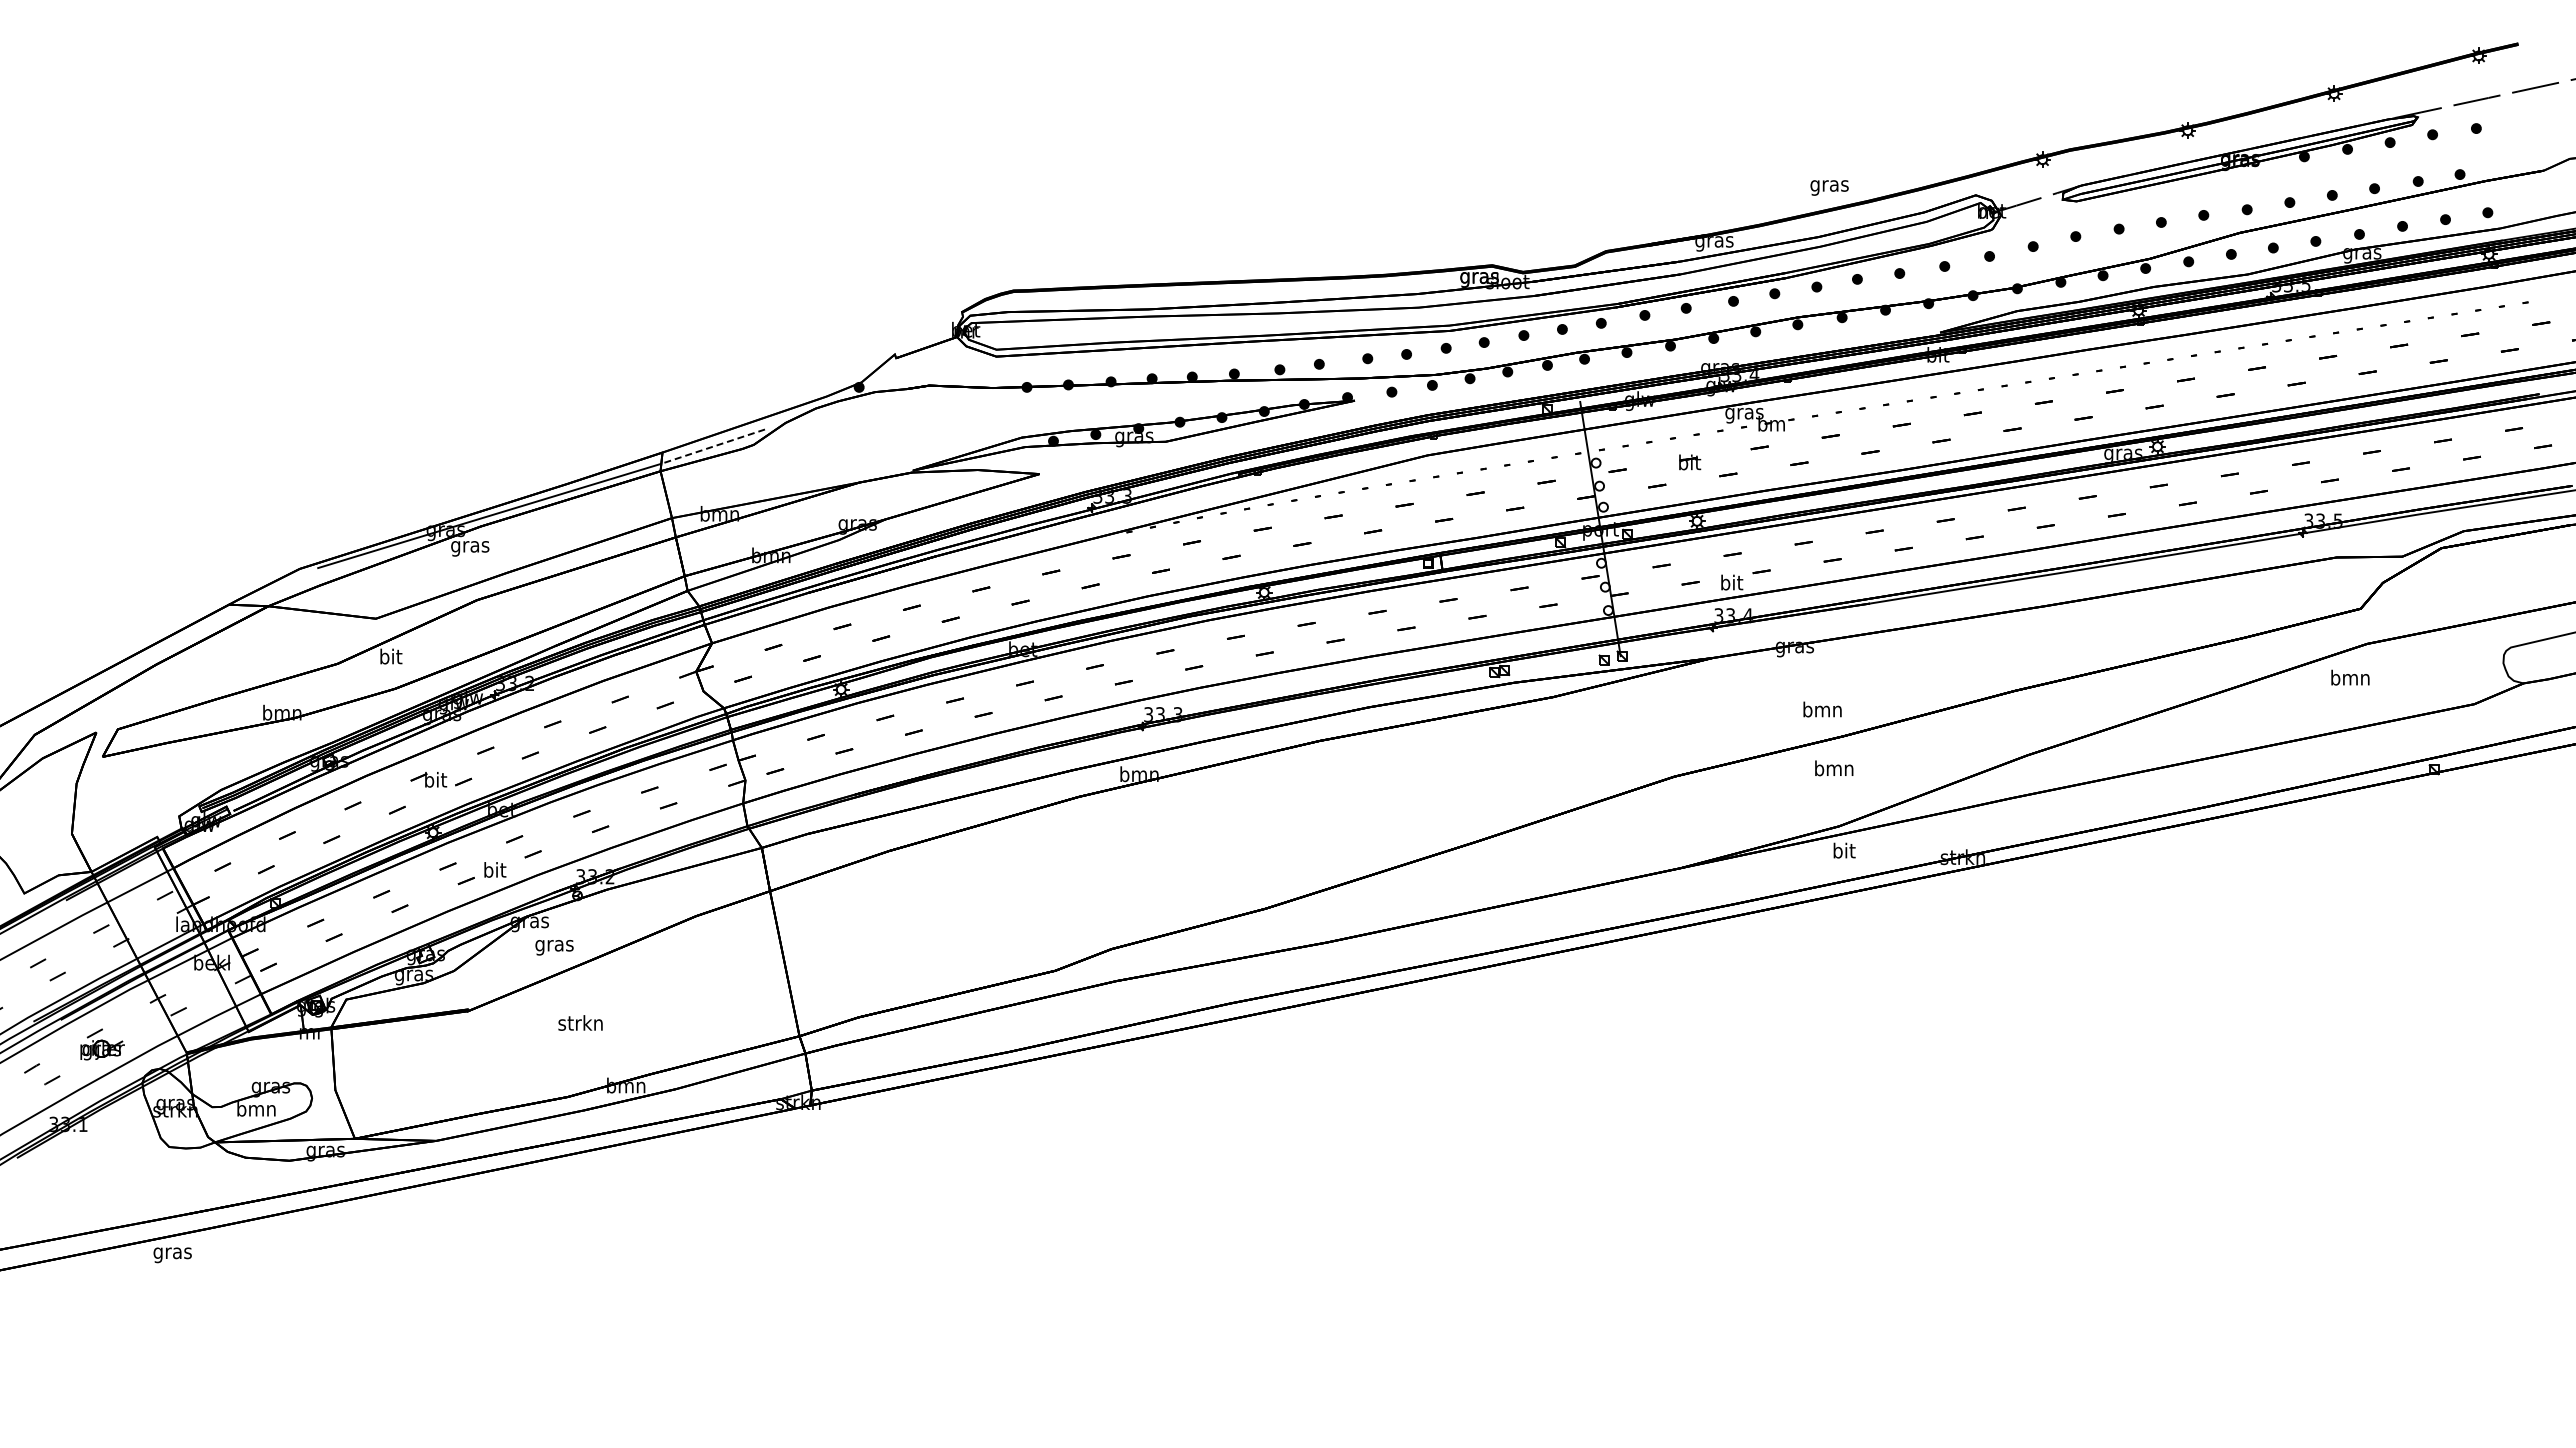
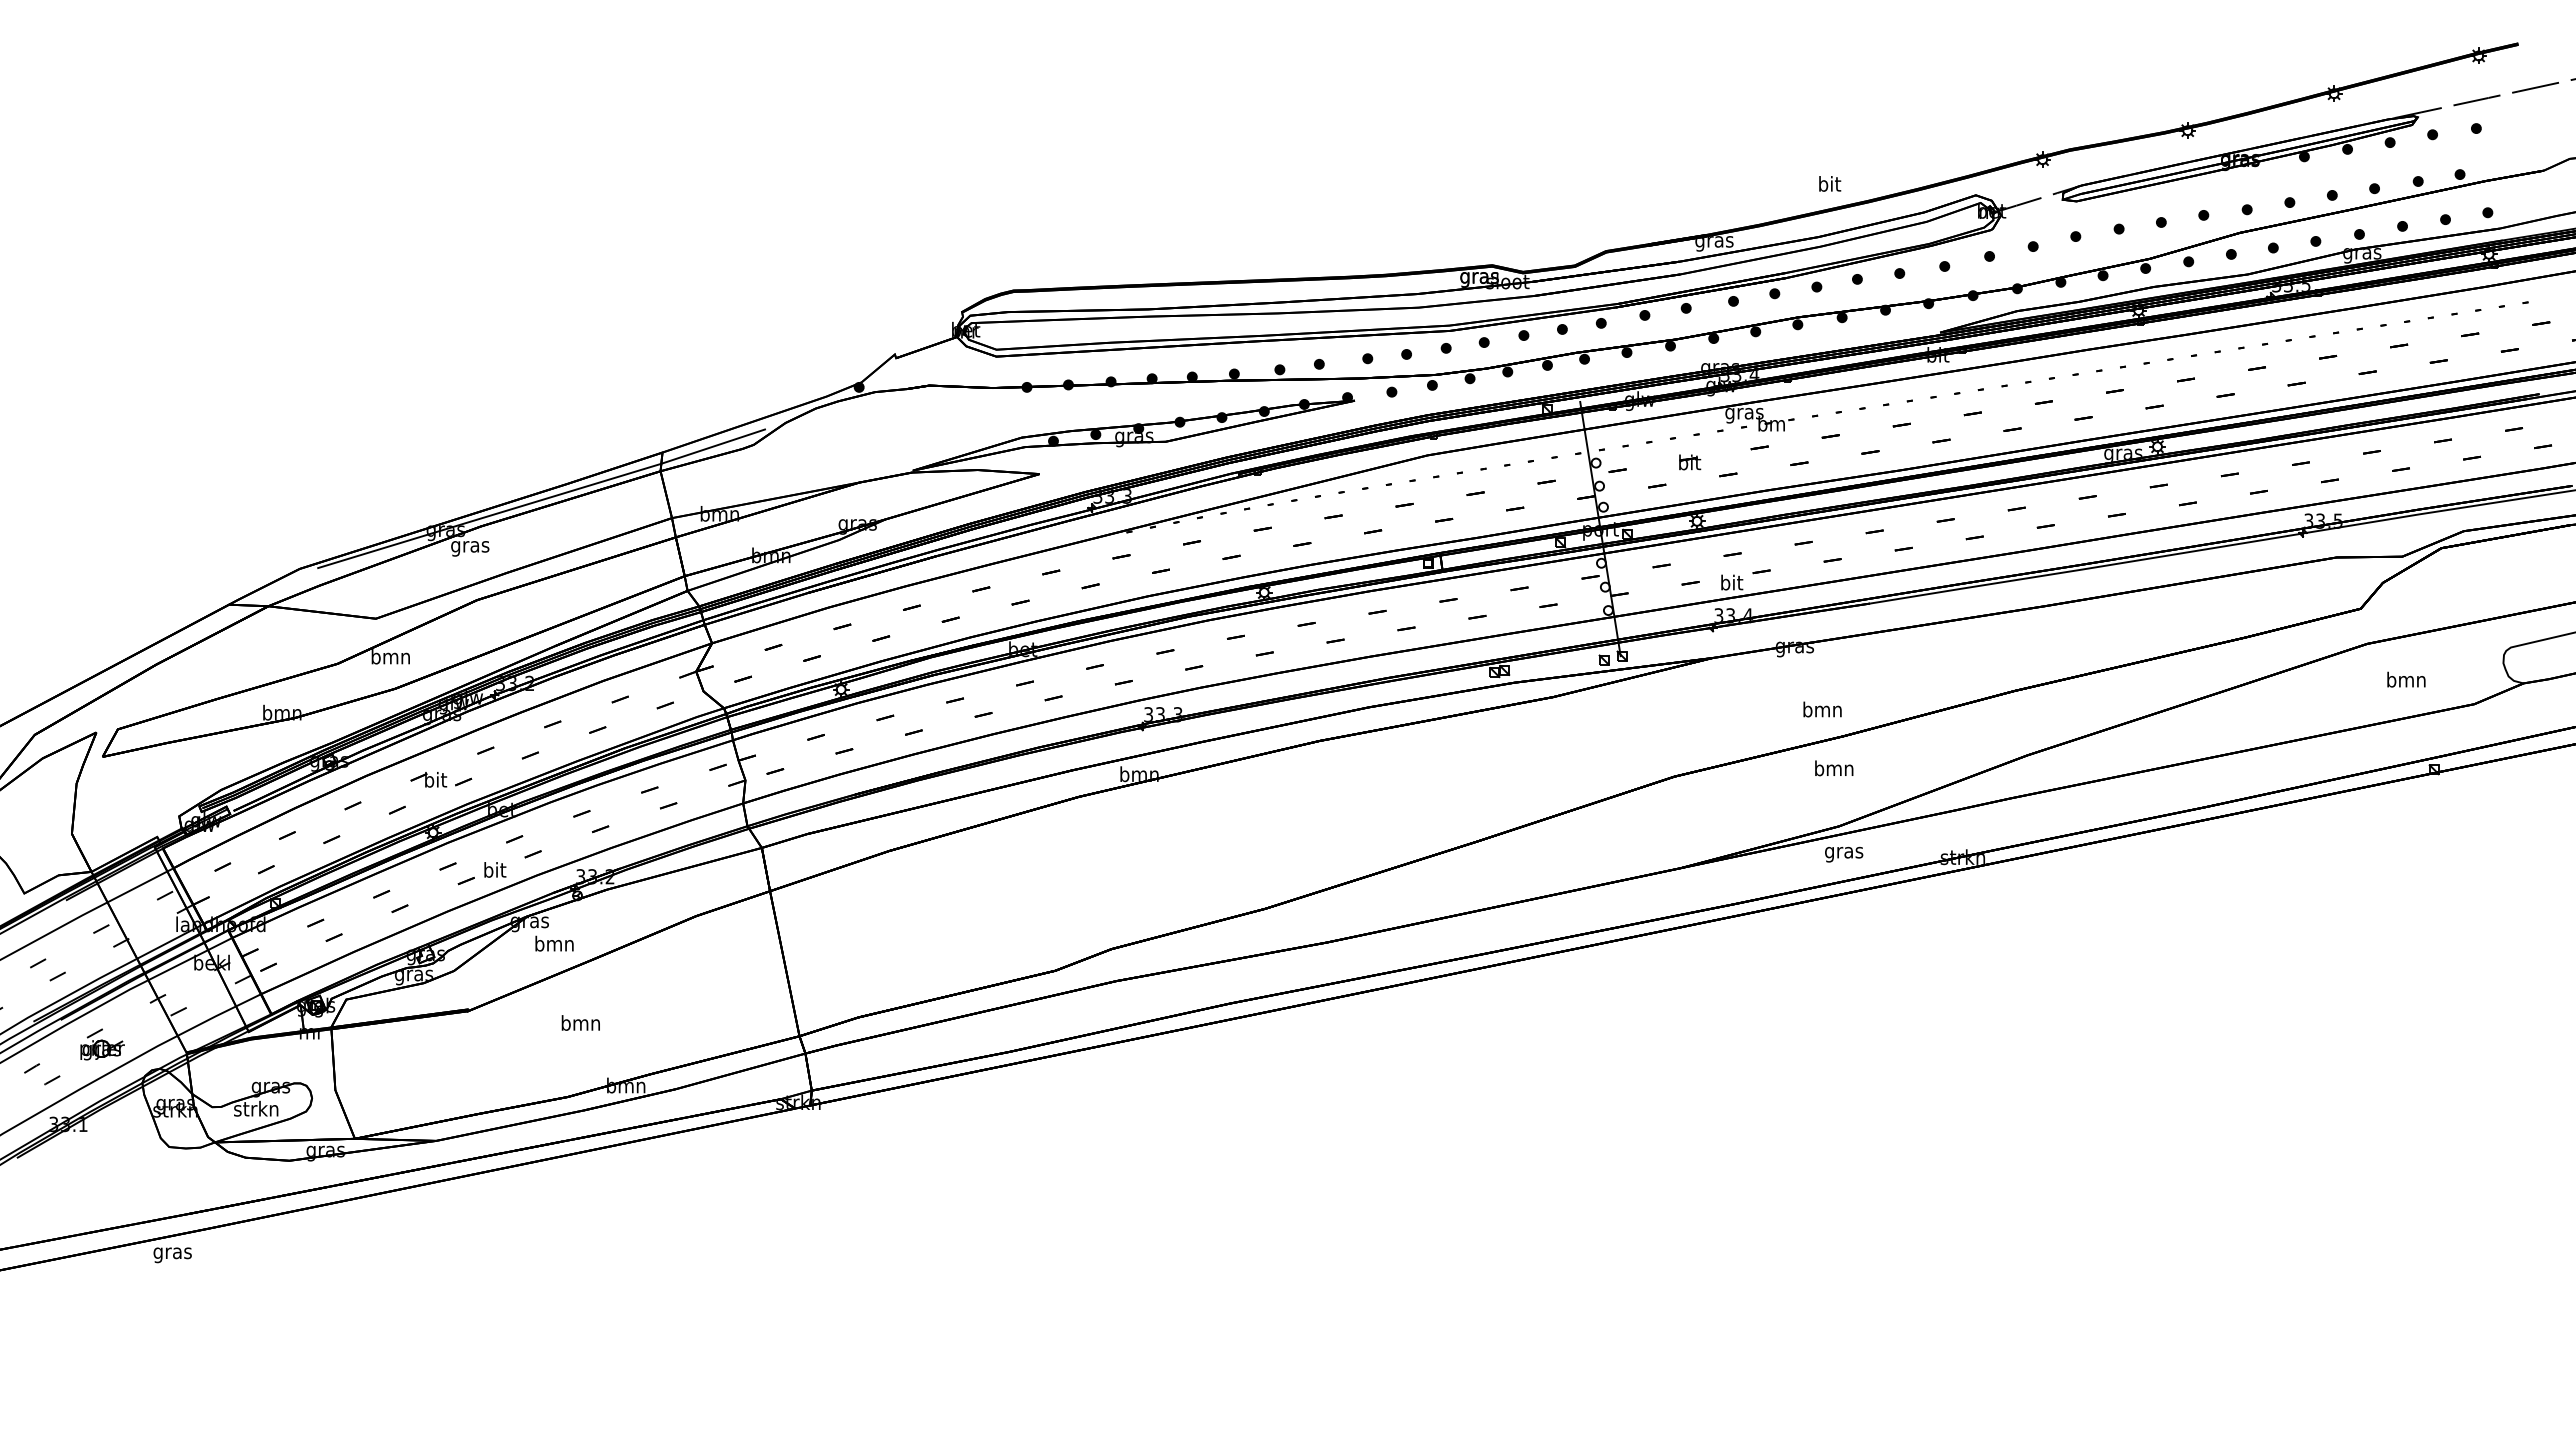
text at (1829, 185): gras -> bit
line at (713, 446): dashed -> solid
text at (390, 656): bit -> bmn
text at (2350, 677) position: (2350, 677) -> (2406, 679)
text at (1844, 852): bit -> gras
text at (554, 945): gras -> bmn
text at (580, 1022): strkn -> bmn
text at (256, 1108): bmn -> strkn
